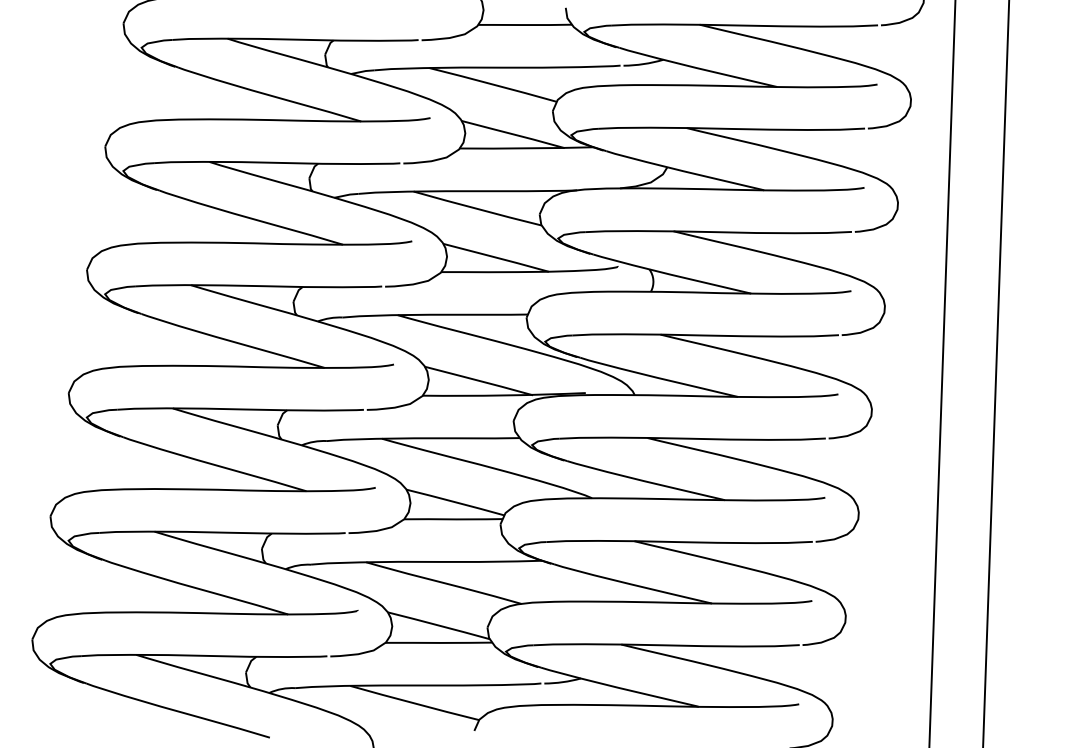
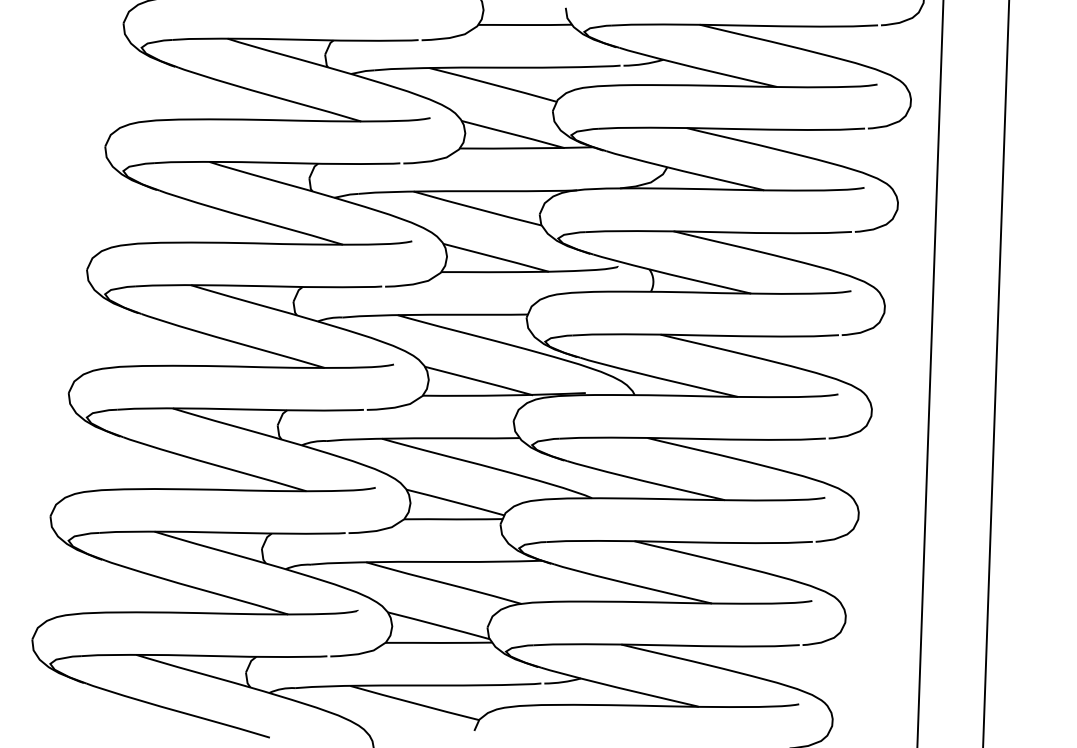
line at (942, 373) position: (942, 373) -> (930, 373)
